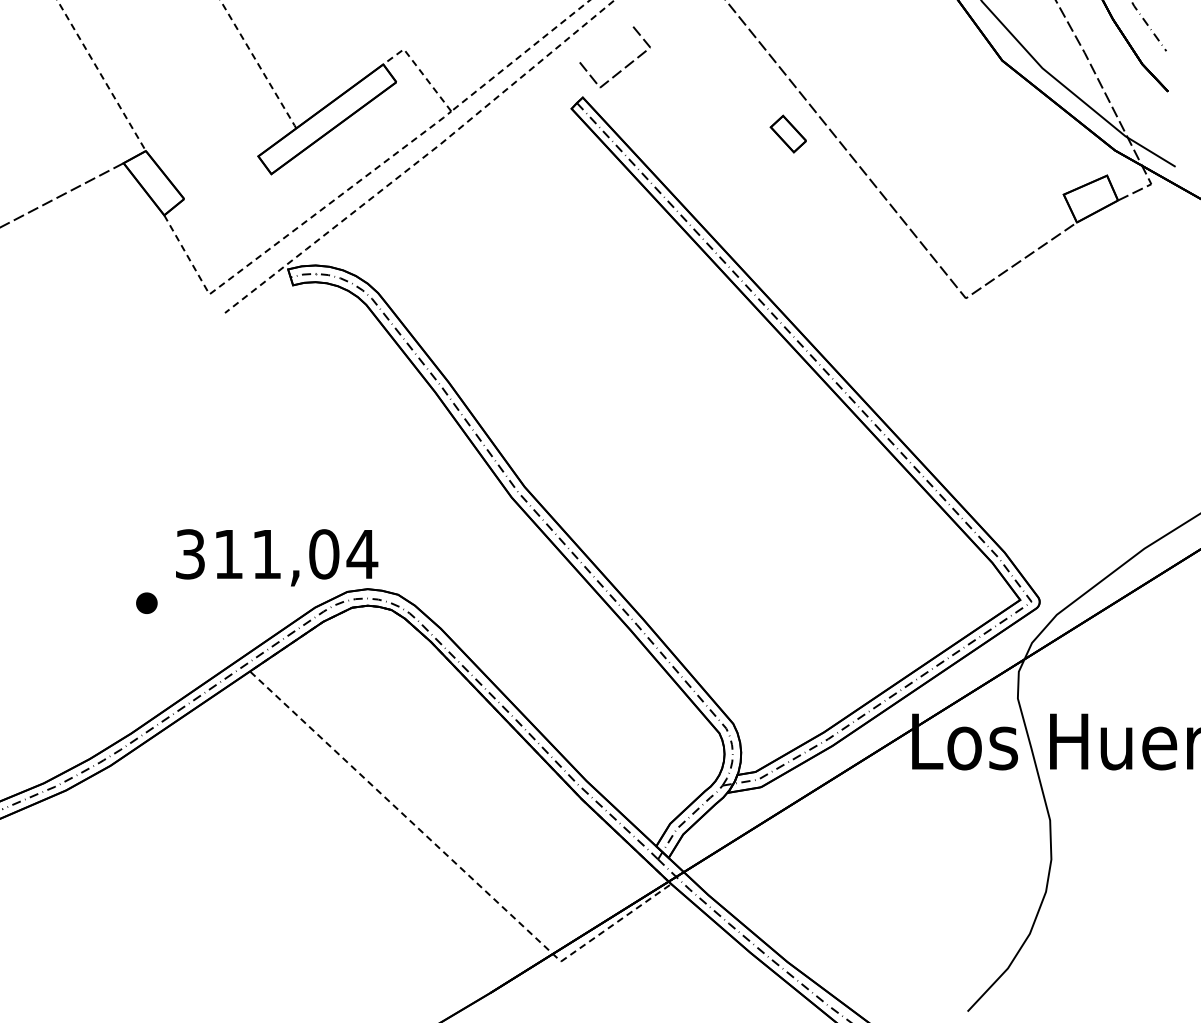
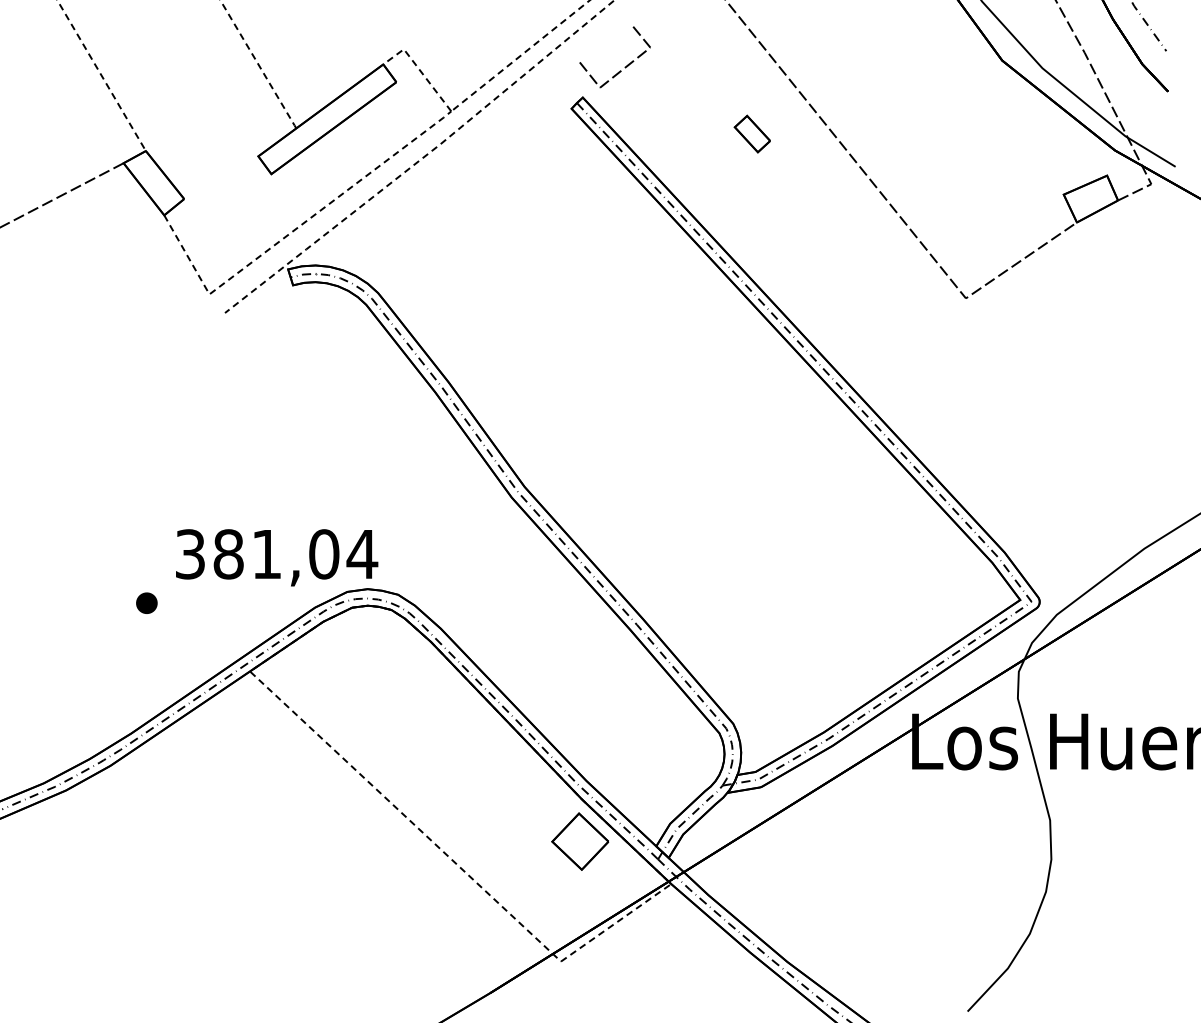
part at (787, 133) position: (787, 133) -> (751, 133)
text at (228, 554): 311,04 -> 381,04
part at (580, 841): none -> present
